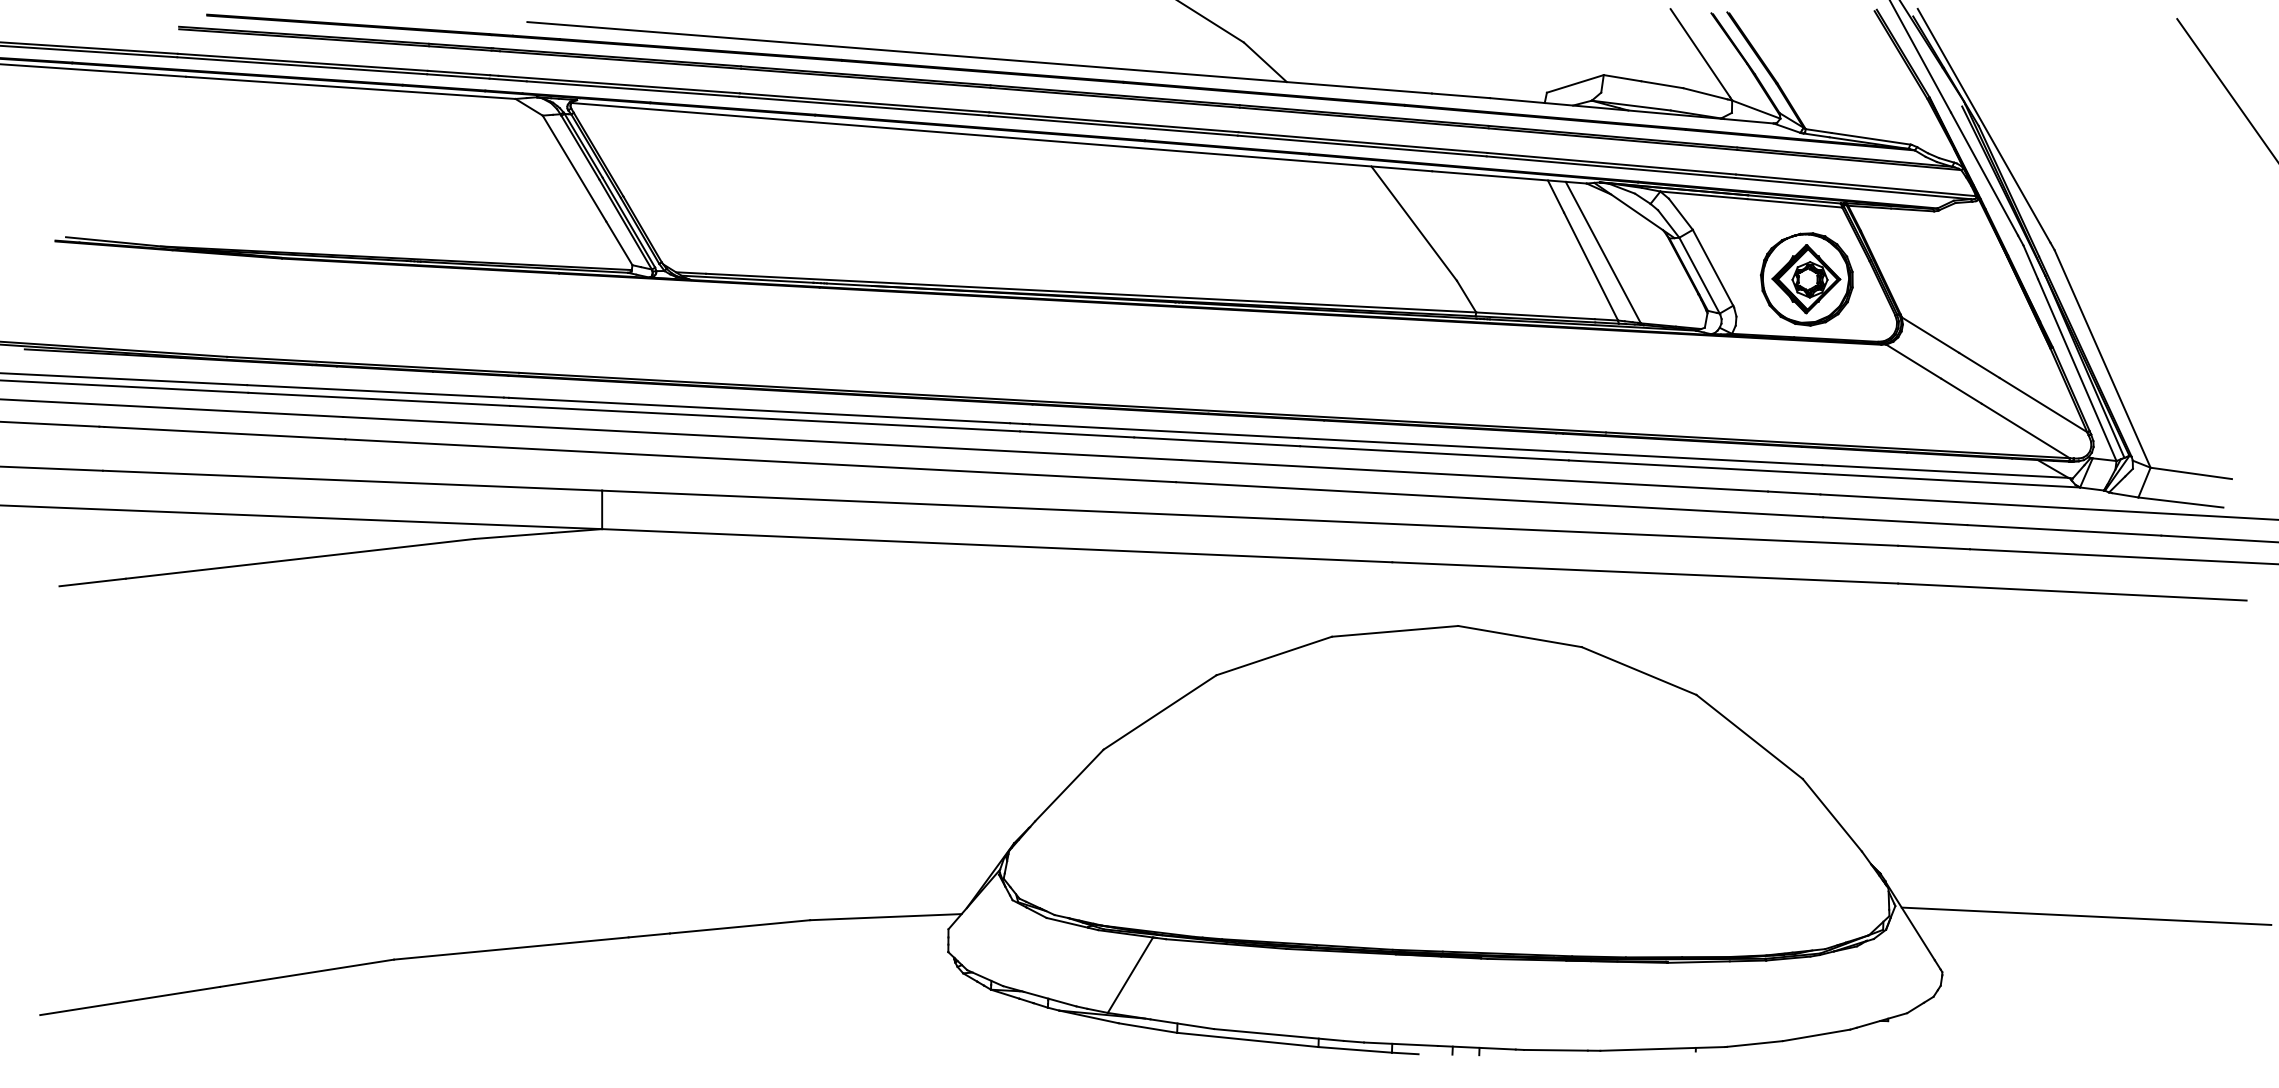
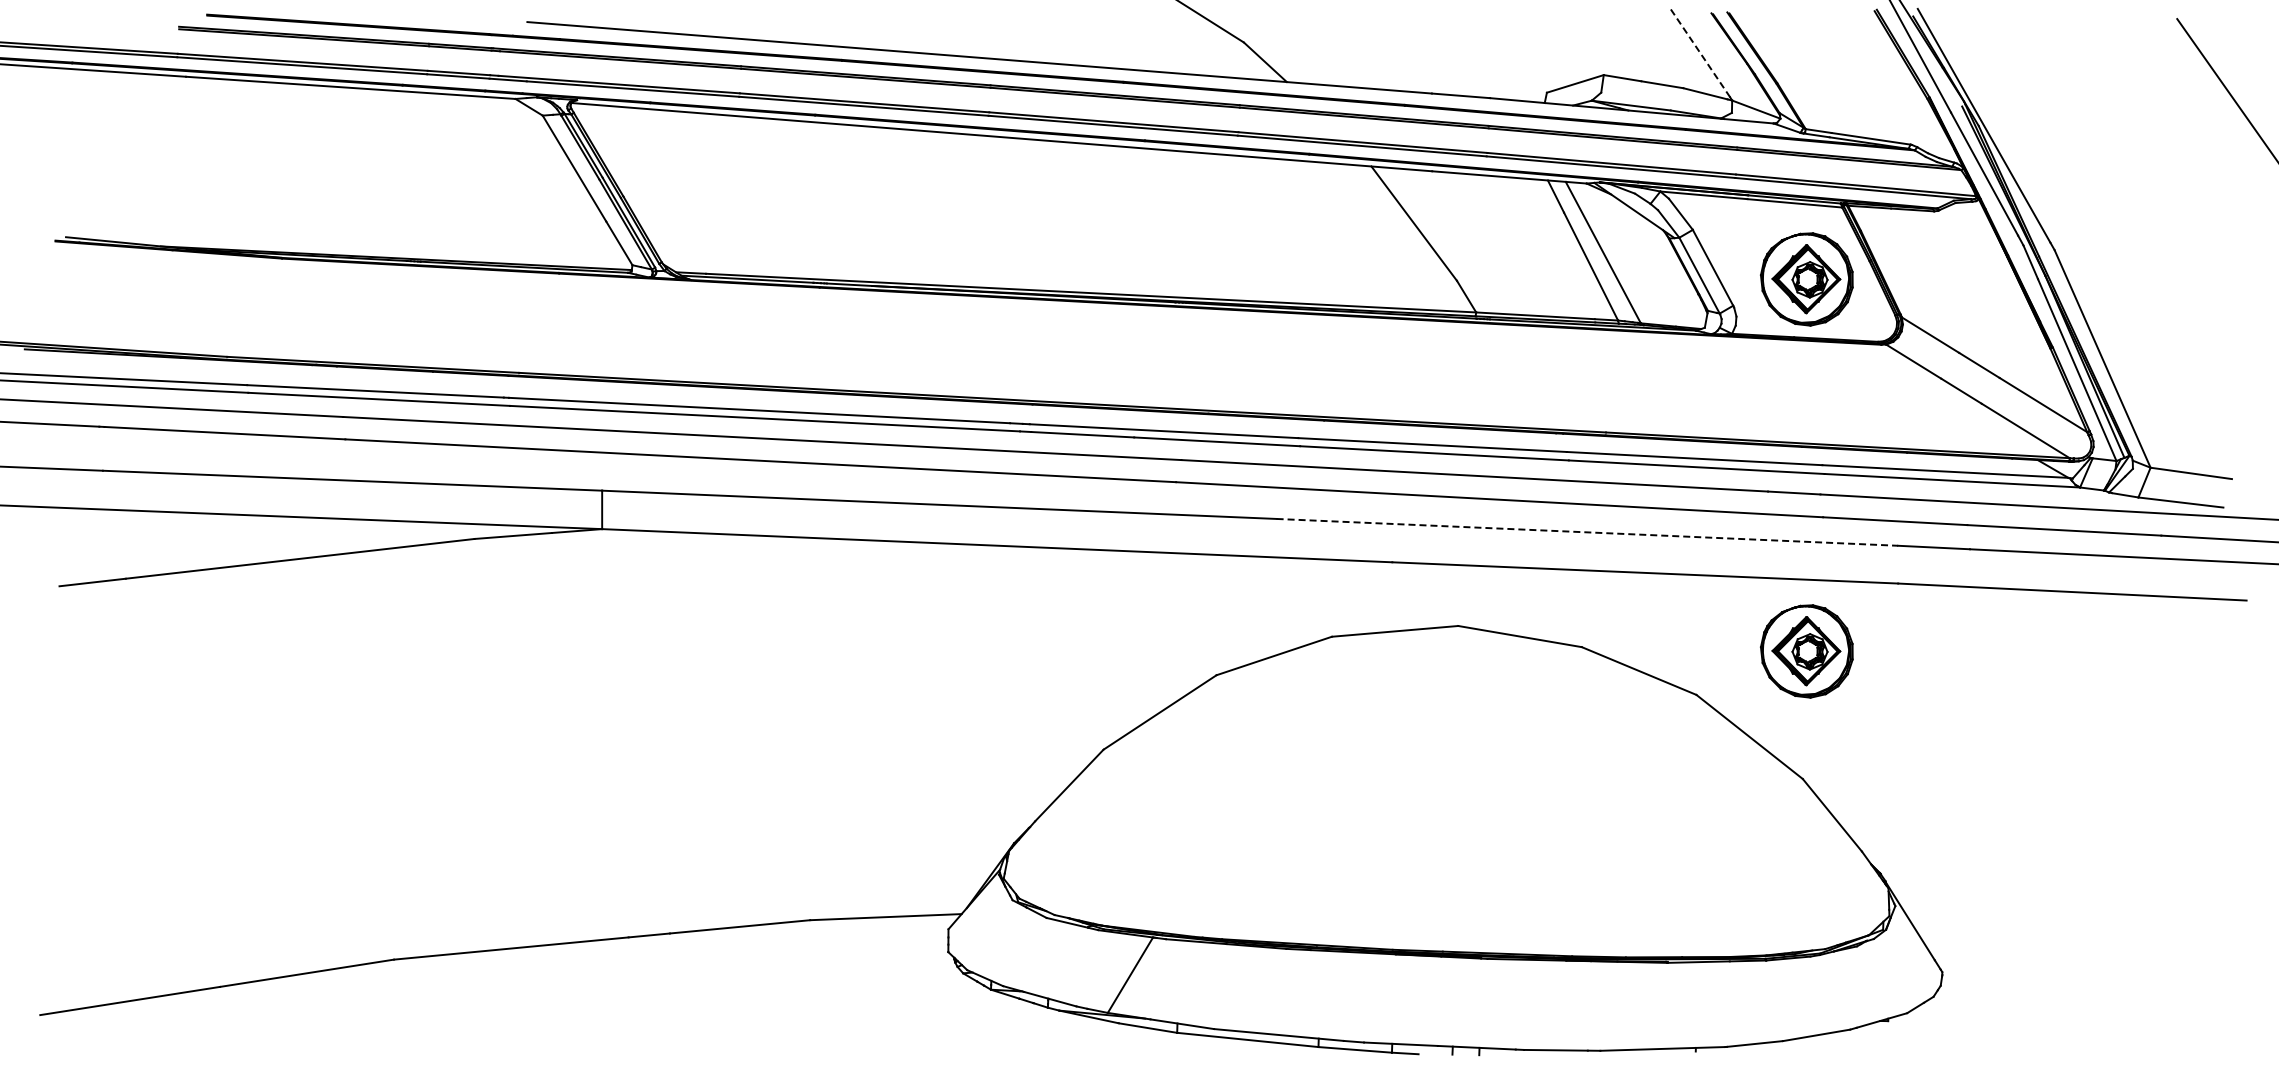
line at (1700, 52): solid -> dashed
line at (1587, 532): solid -> dashed
part at (1806, 651): none -> present
line at (2086, 915): present -> none
